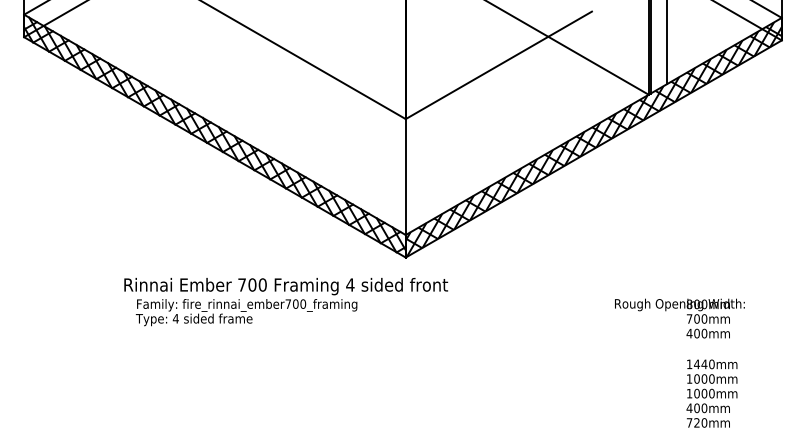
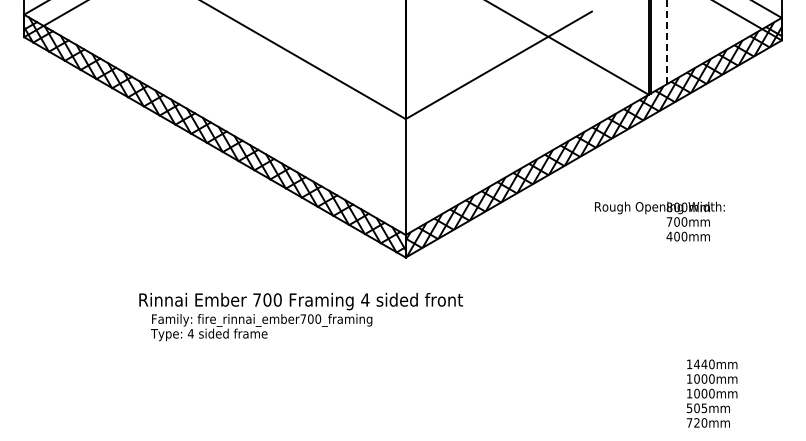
line at (667, 42): solid -> dashed
text at (286, 302) position: (286, 302) -> (301, 317)
text at (679, 318) position: (679, 318) -> (659, 221)
text at (696, 408): 400mm -> 505mm
